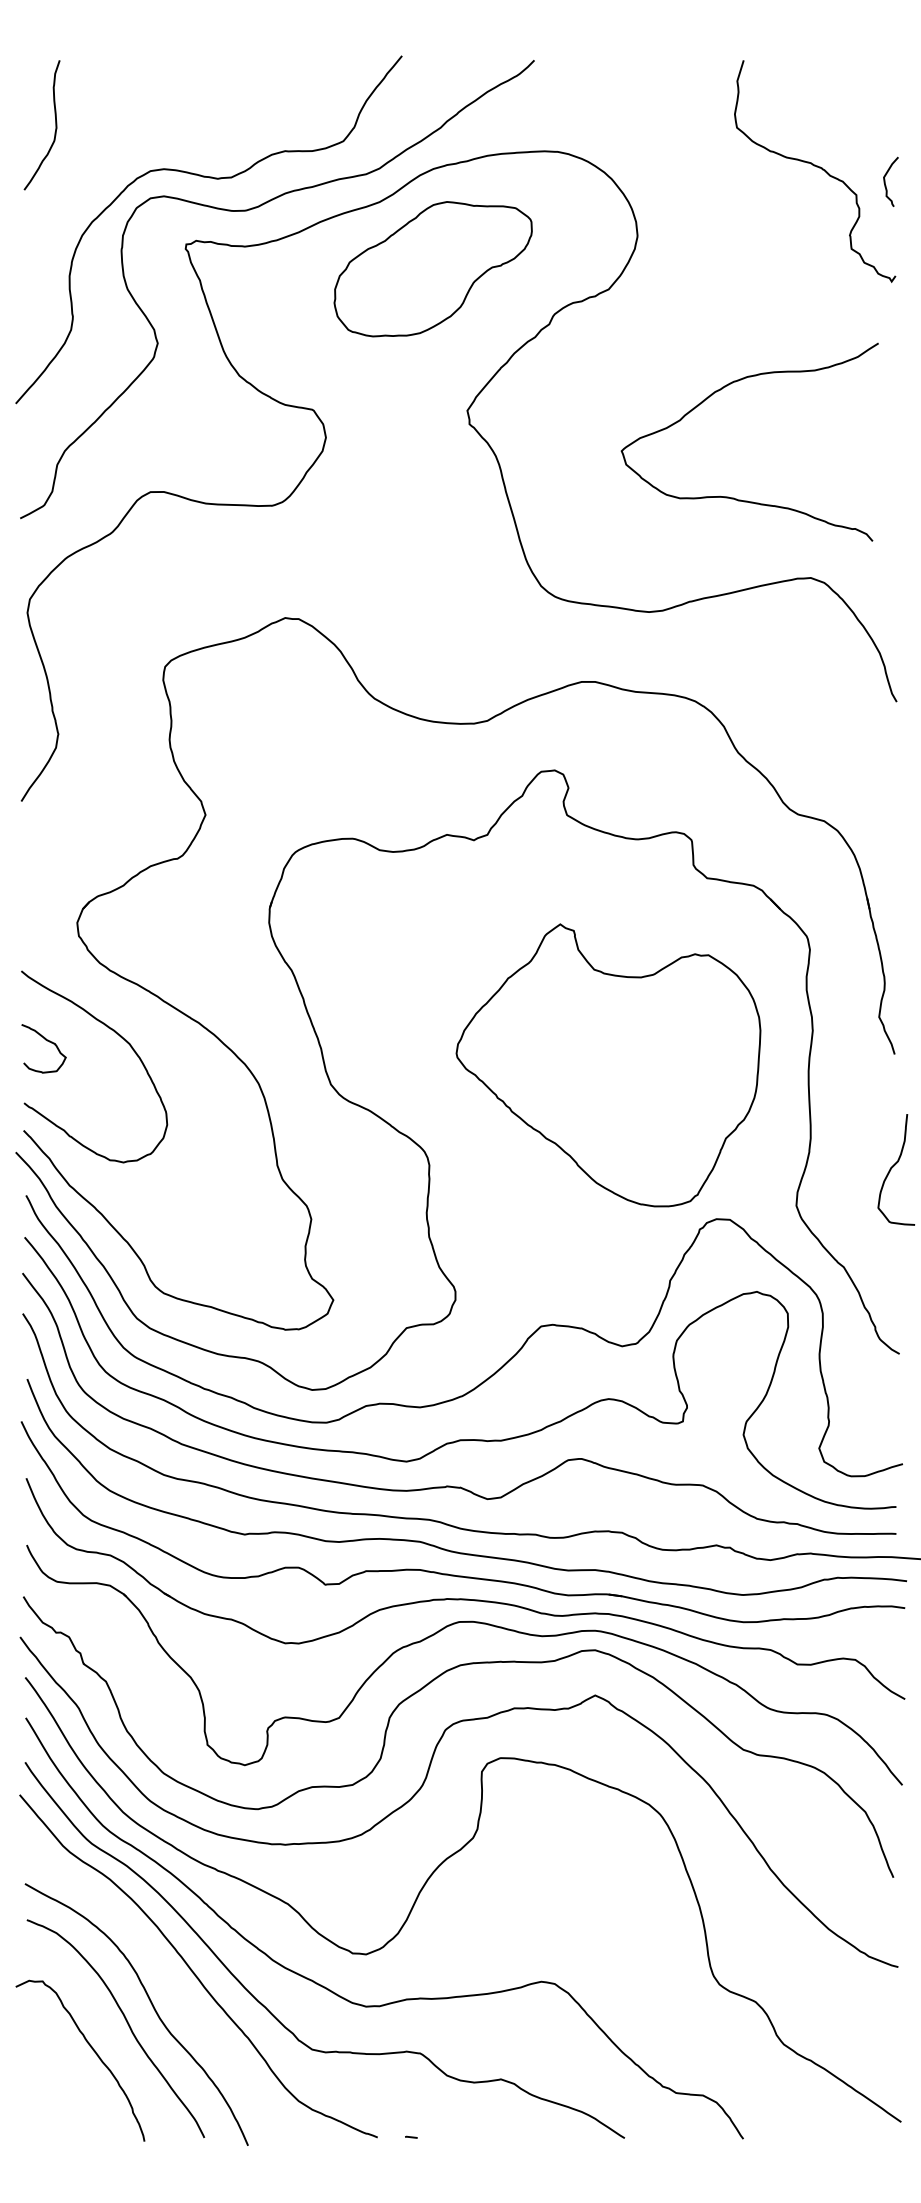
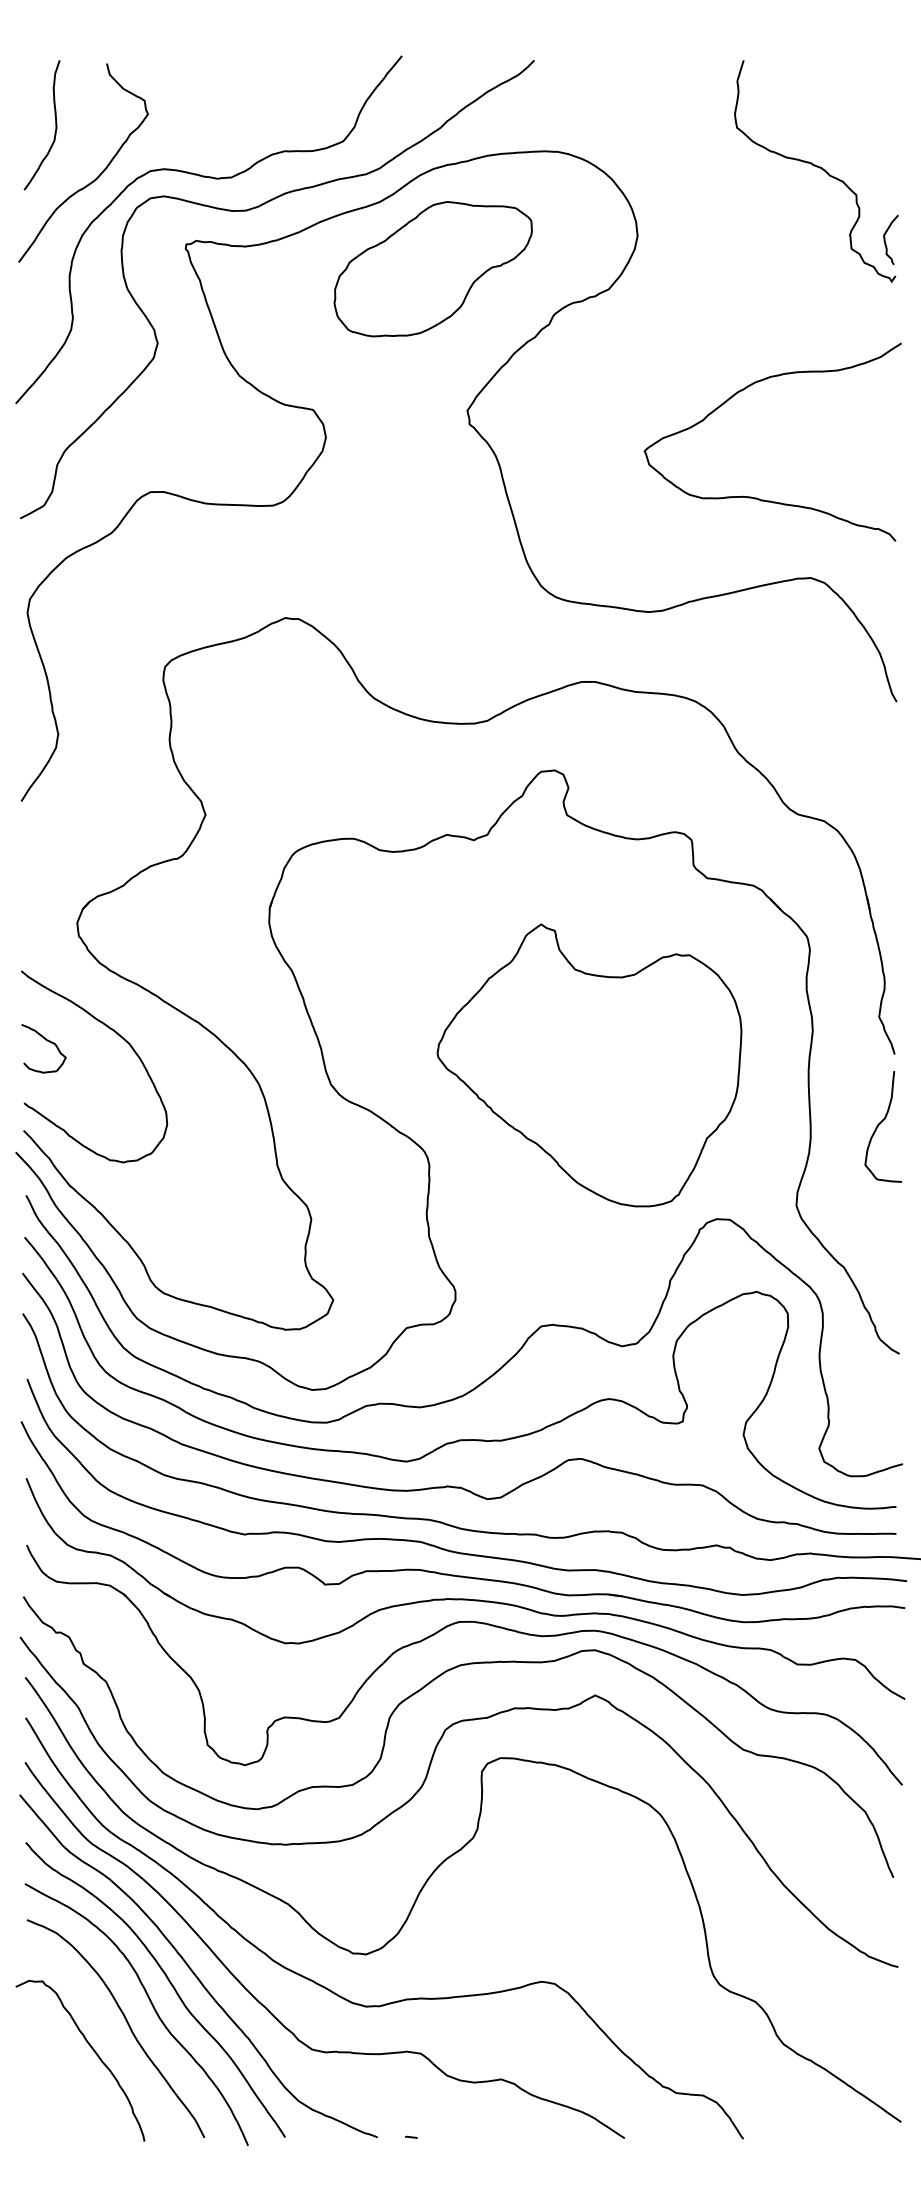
curve at (97, 176): none -> present
curve at (885, 181) position: (885, 181) -> (885, 239)
curve at (733, 497) position: (733, 497) -> (756, 497)
part at (608, 1065) position: (608, 1065) -> (589, 1065)
curve at (894, 1166) position: (894, 1166) -> (881, 1123)
curve at (169, 1983): none -> present
